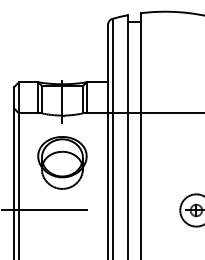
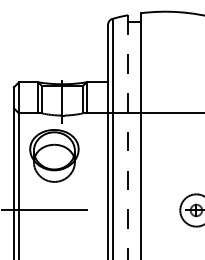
line at (128, 138): solid -> dashed
part at (62, 162) position: (62, 162) -> (54, 155)
